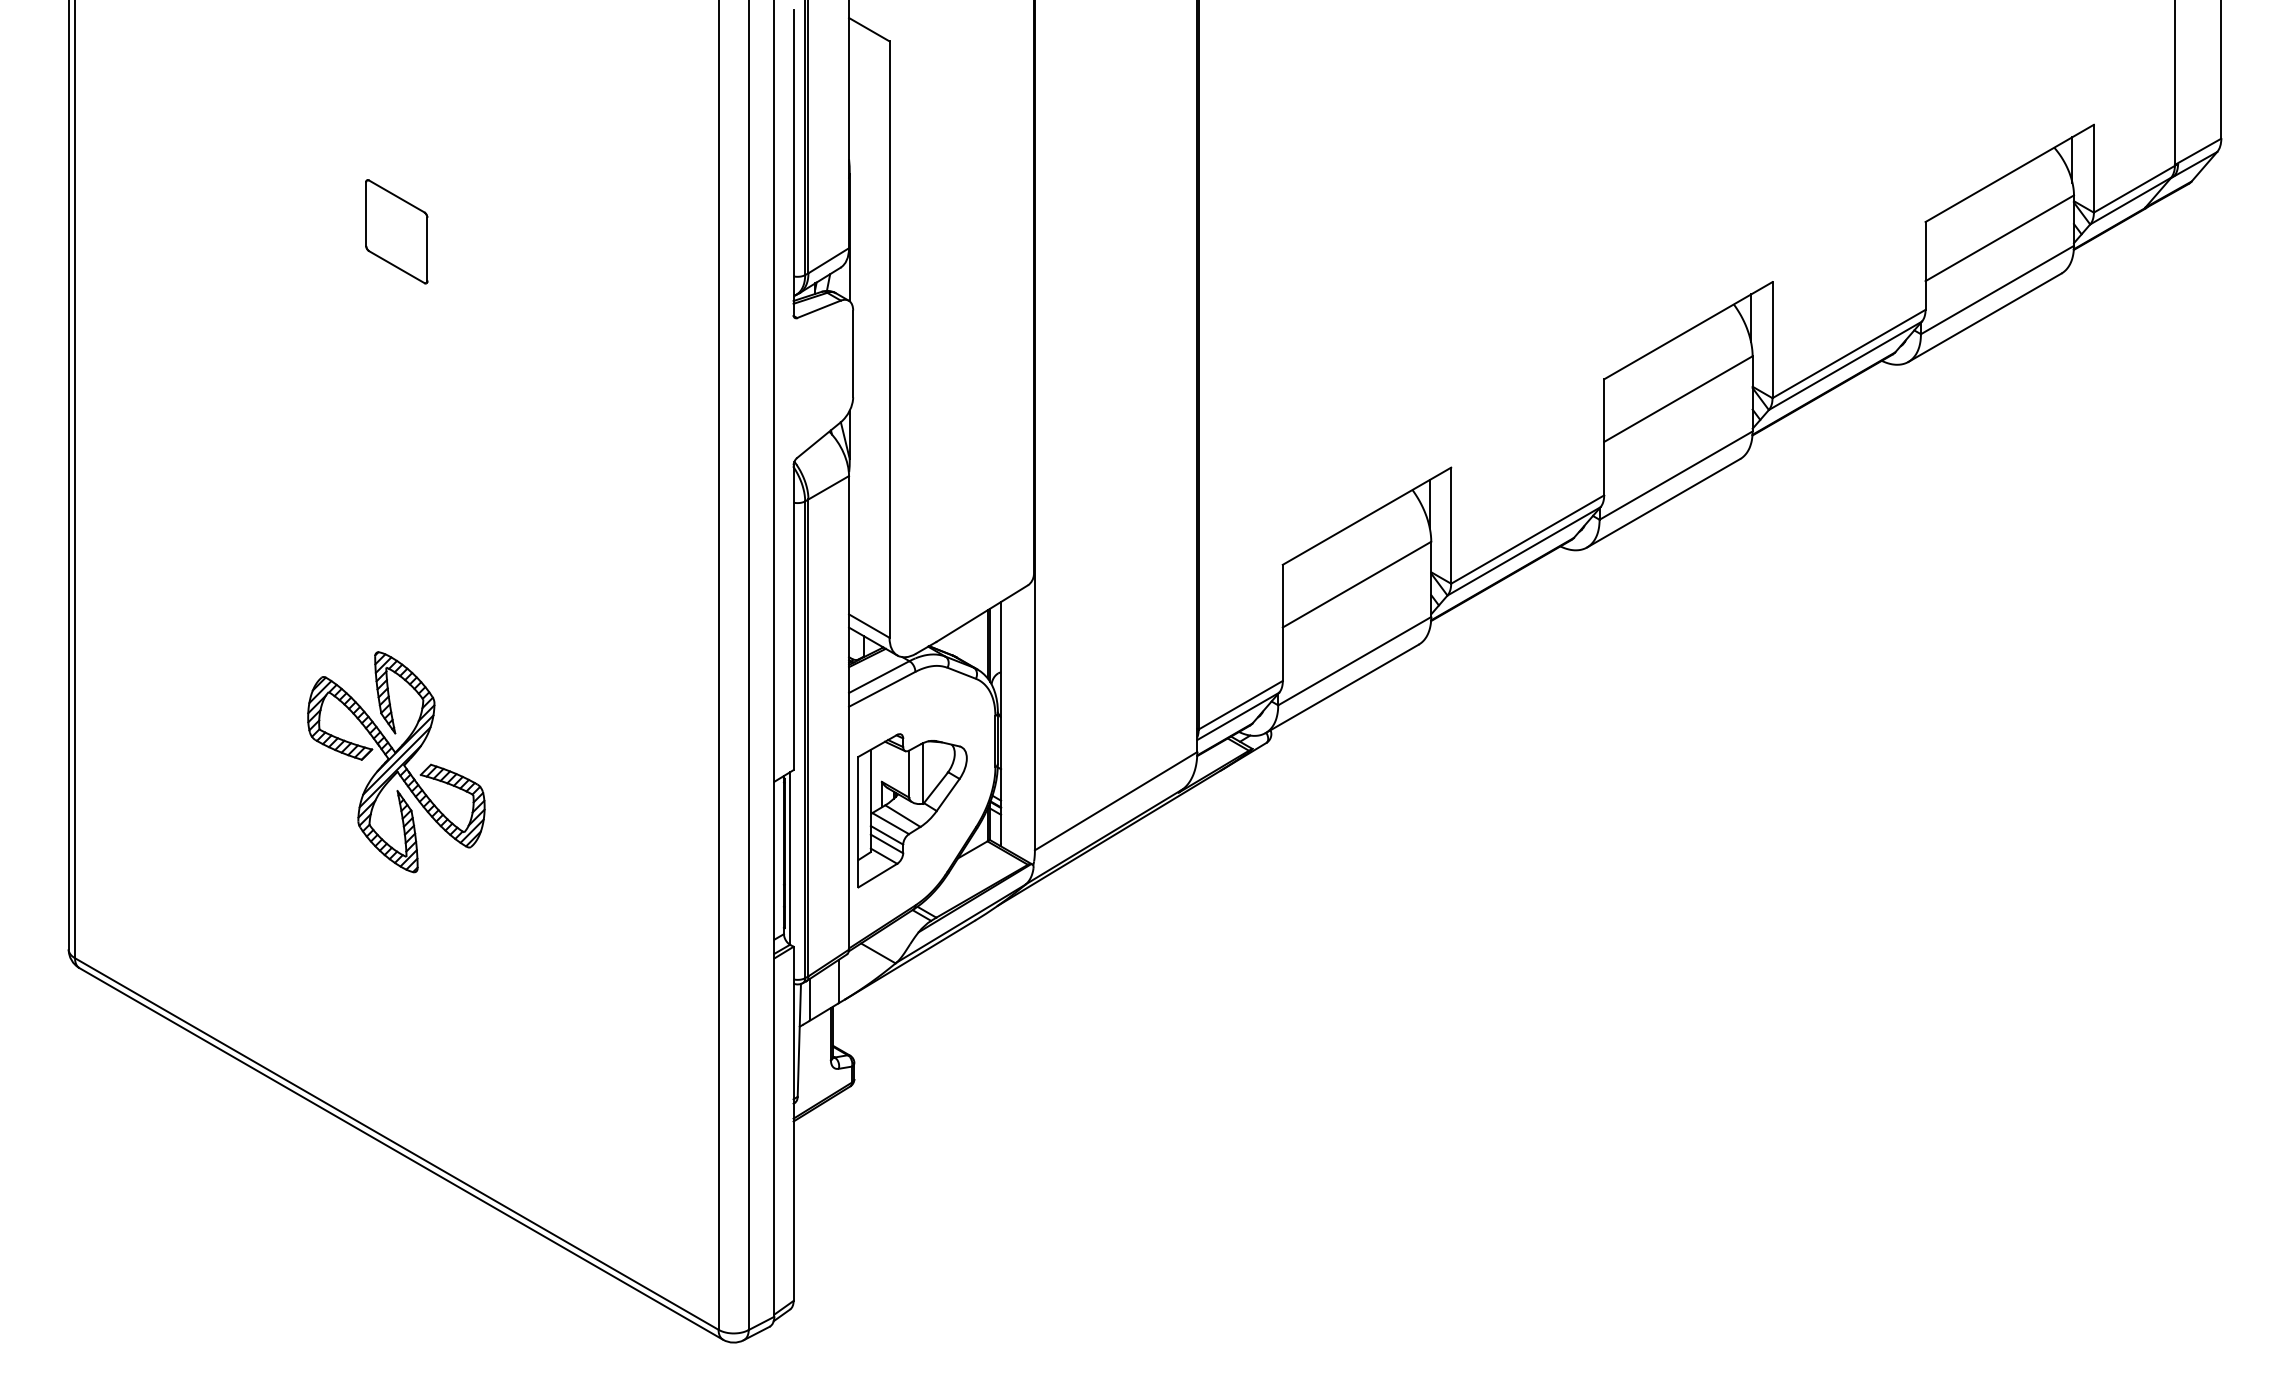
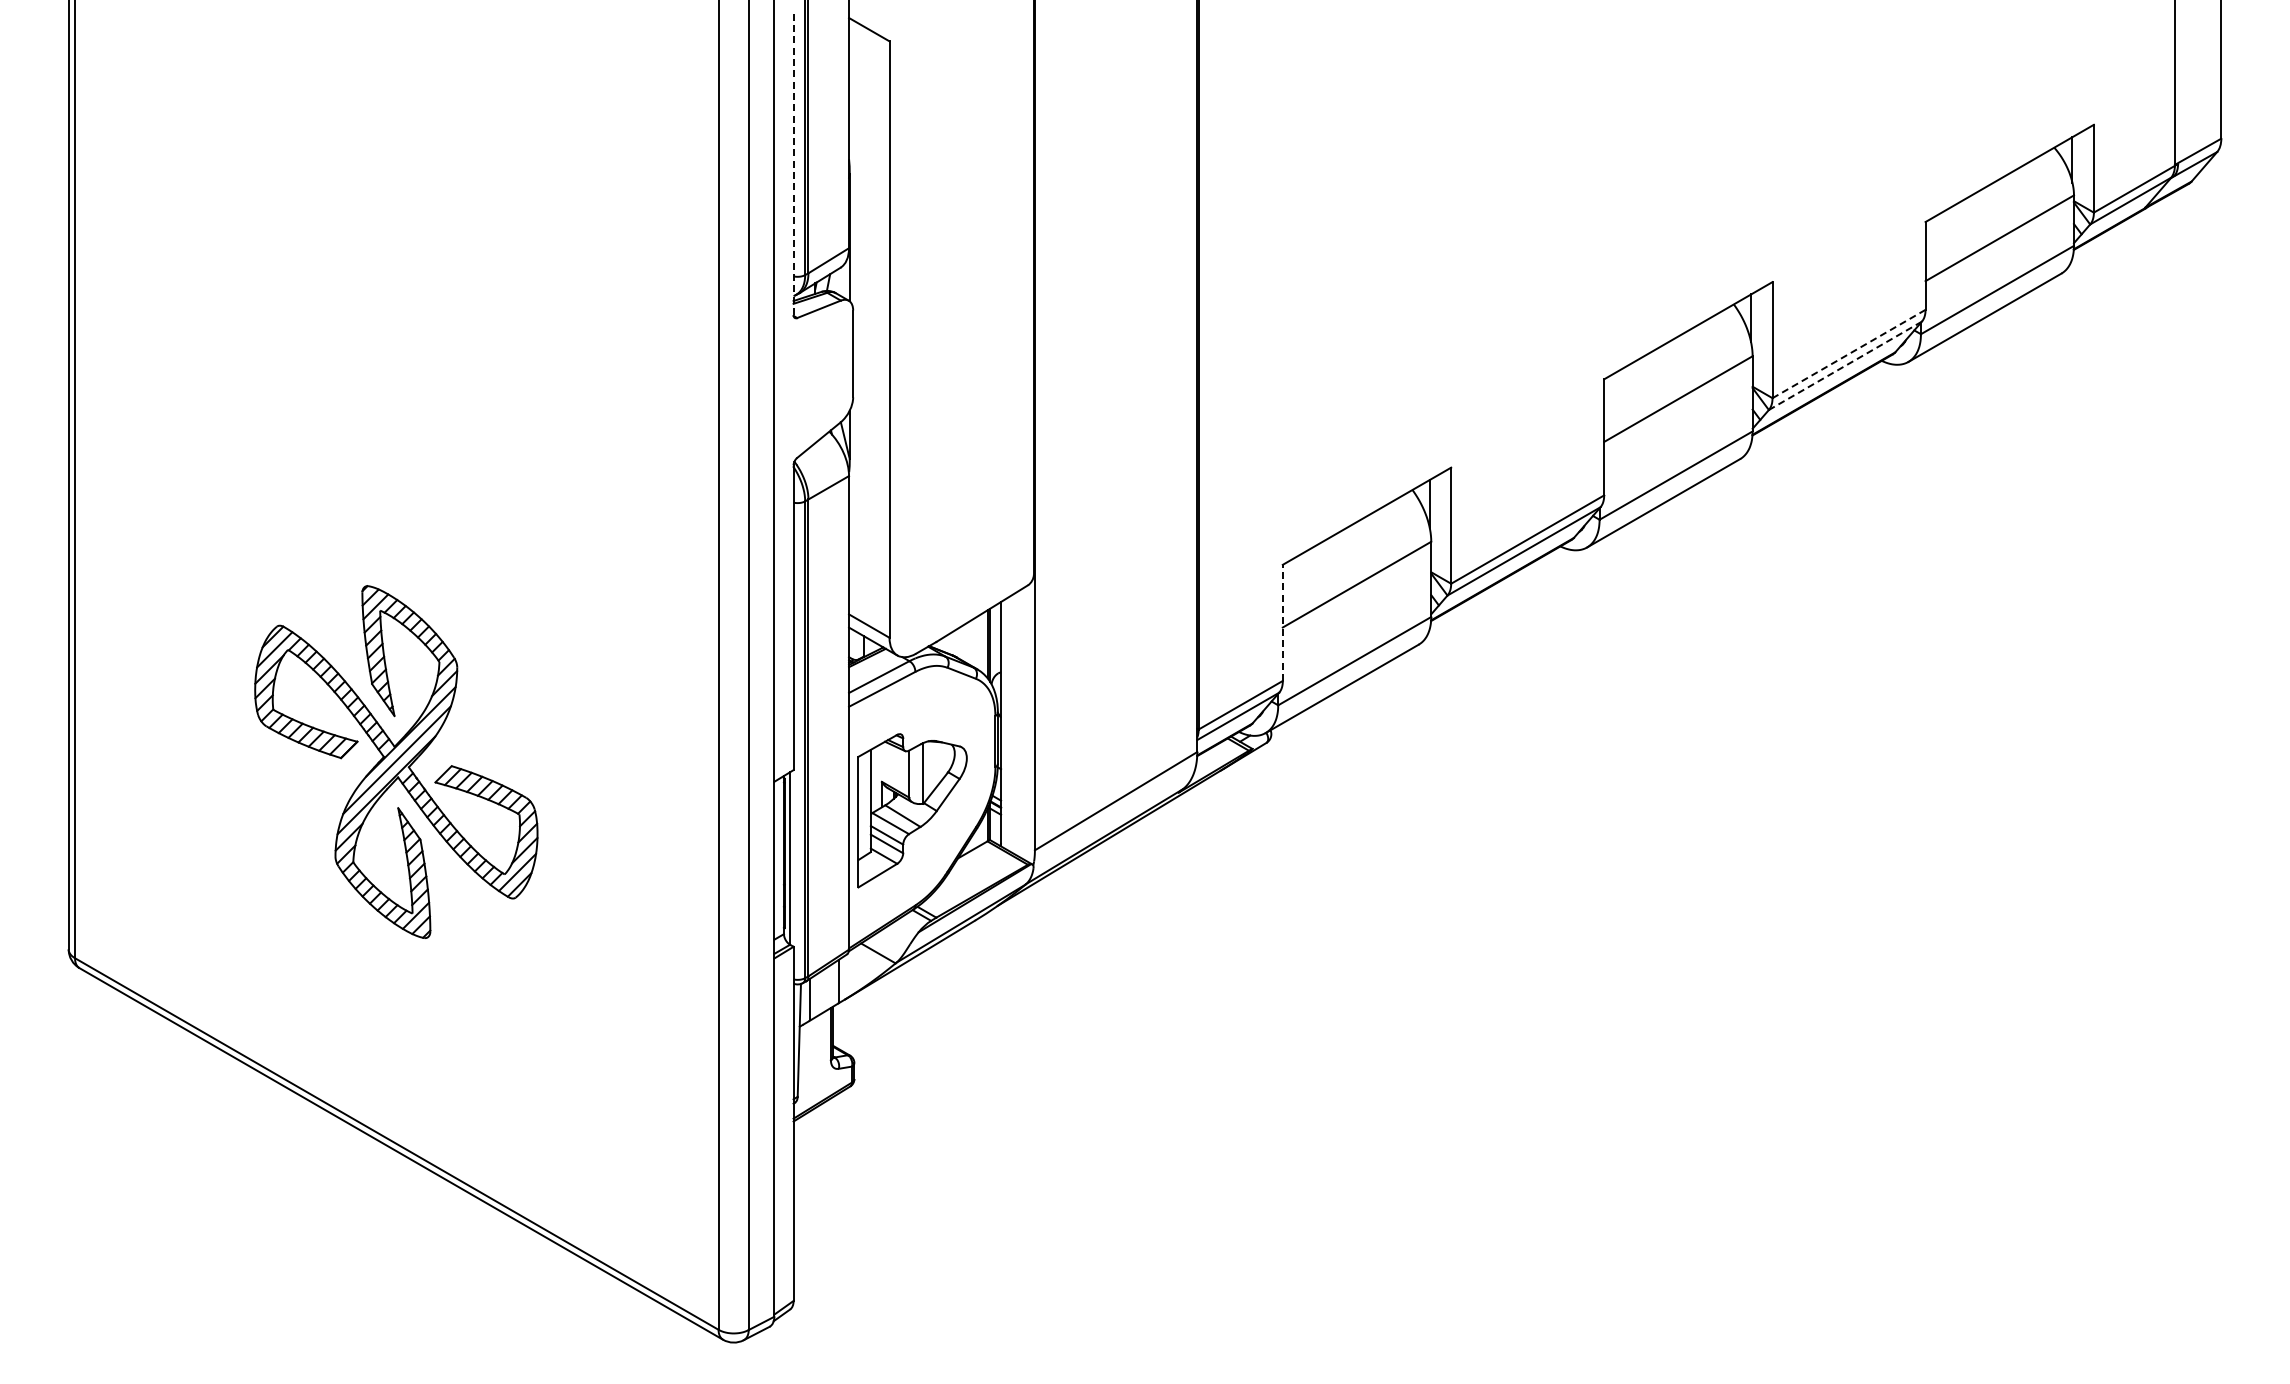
line at (793, 162): solid -> dashed
part at (396, 231): present -> none
line at (1848, 354): solid -> dashed
line at (1844, 366): solid -> dashed
line at (1282, 622): solid -> dashed
part at (396, 762) size: 179x223 px -> 285x354 px
